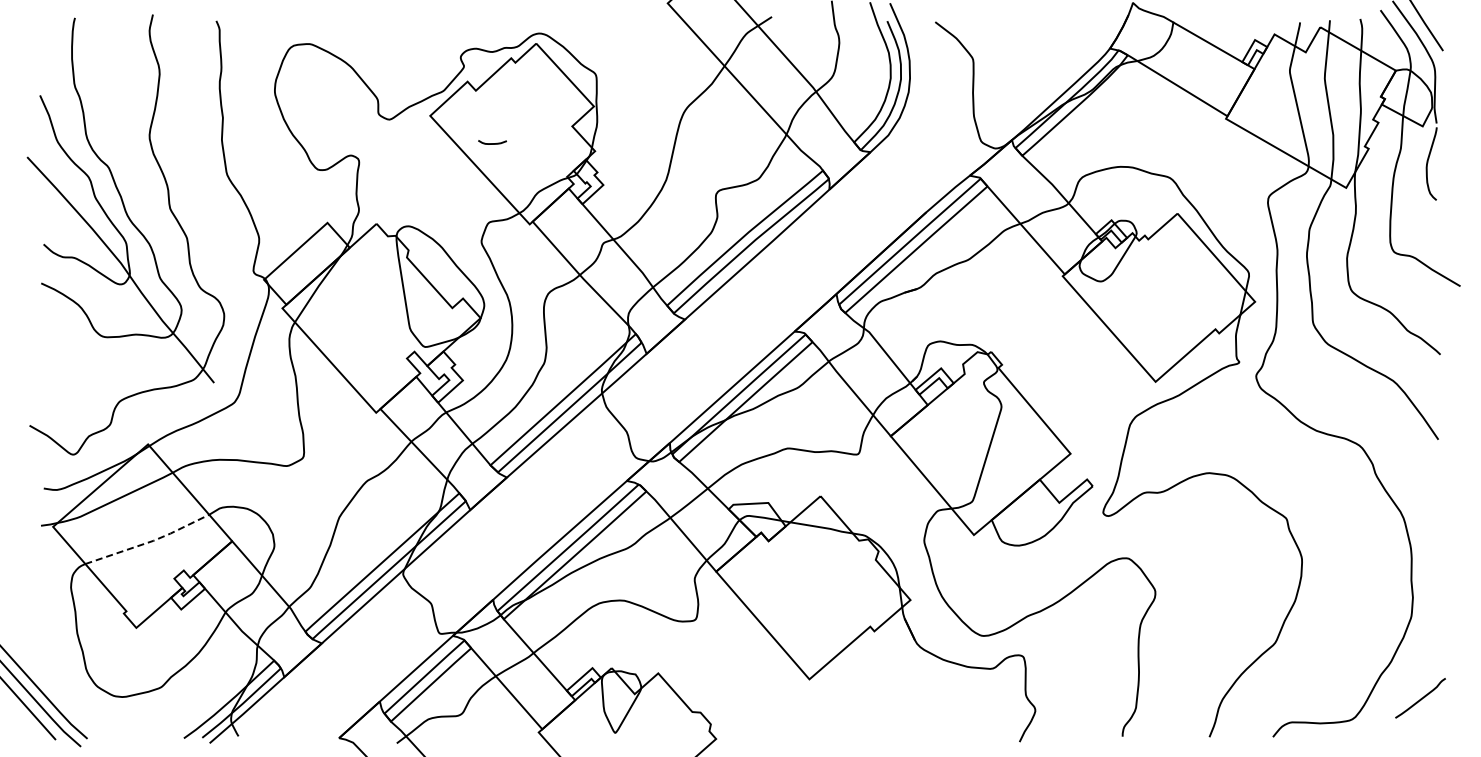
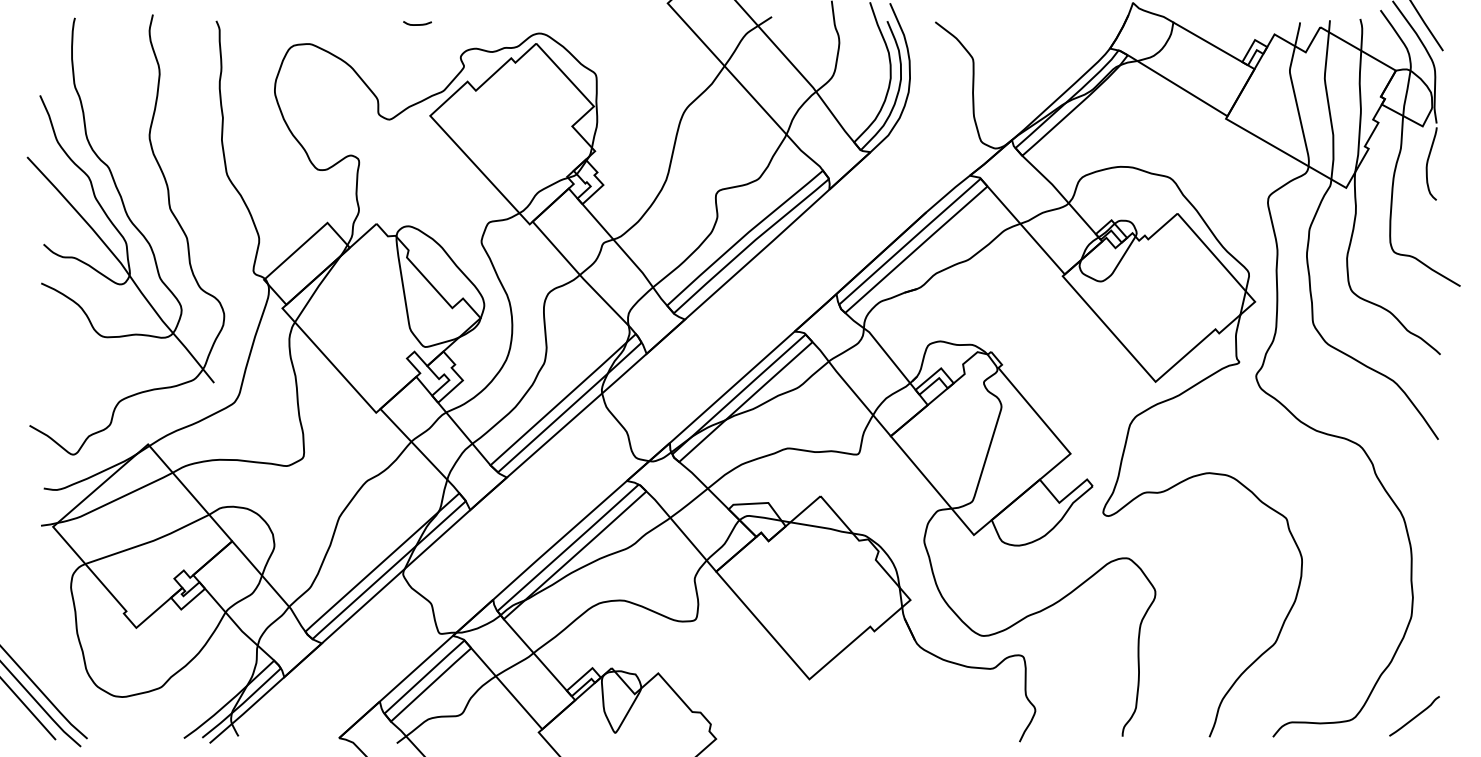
curve at (492, 143) position: (492, 143) -> (417, 24)
line at (149, 542): dashed -> solid
curve at (1420, 698) position: (1420, 698) -> (1414, 716)
